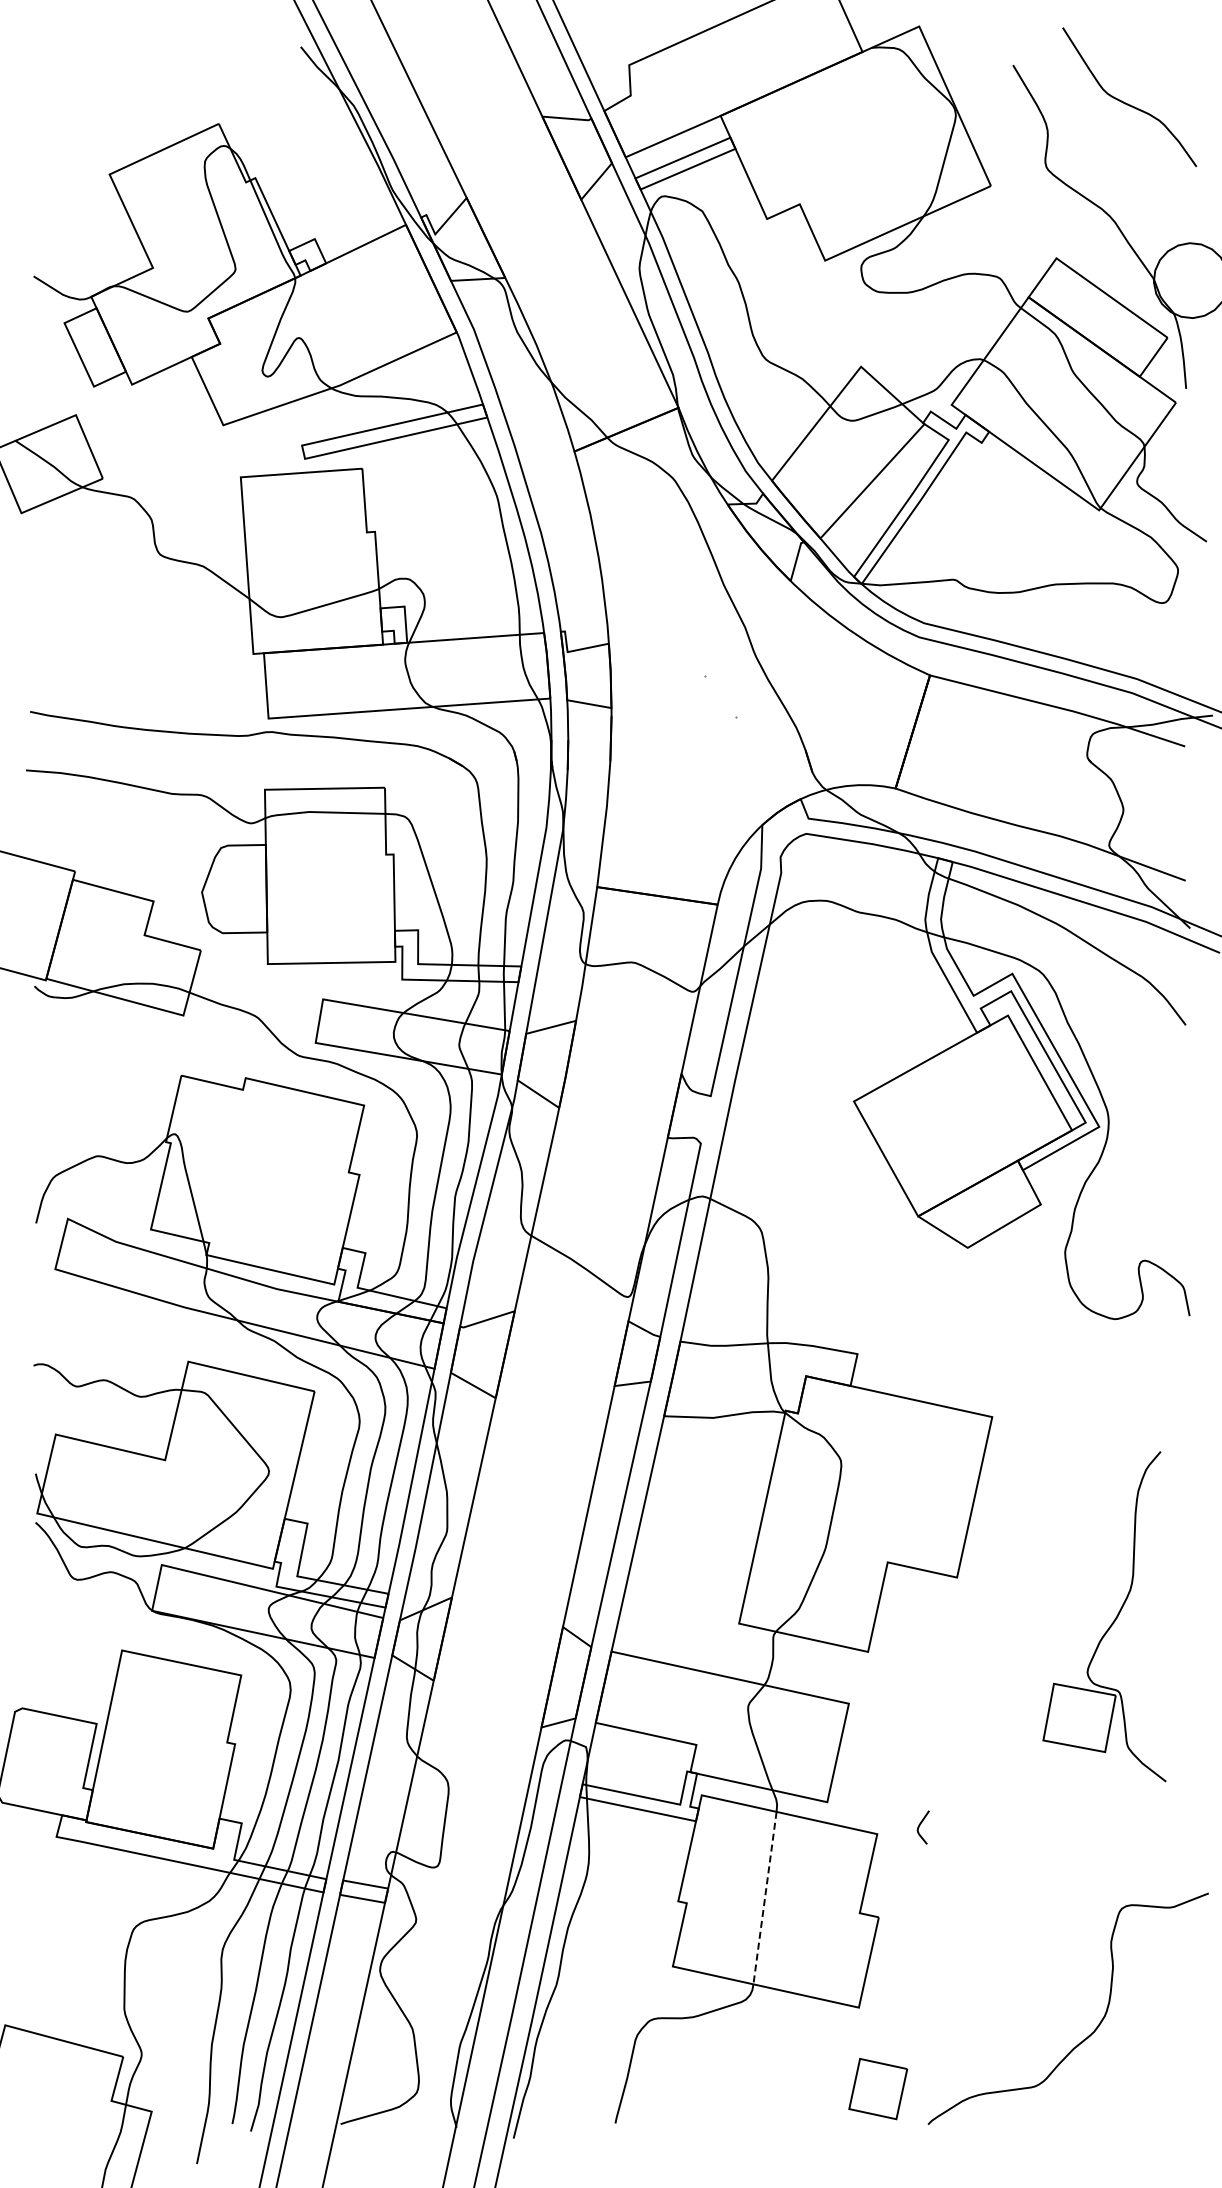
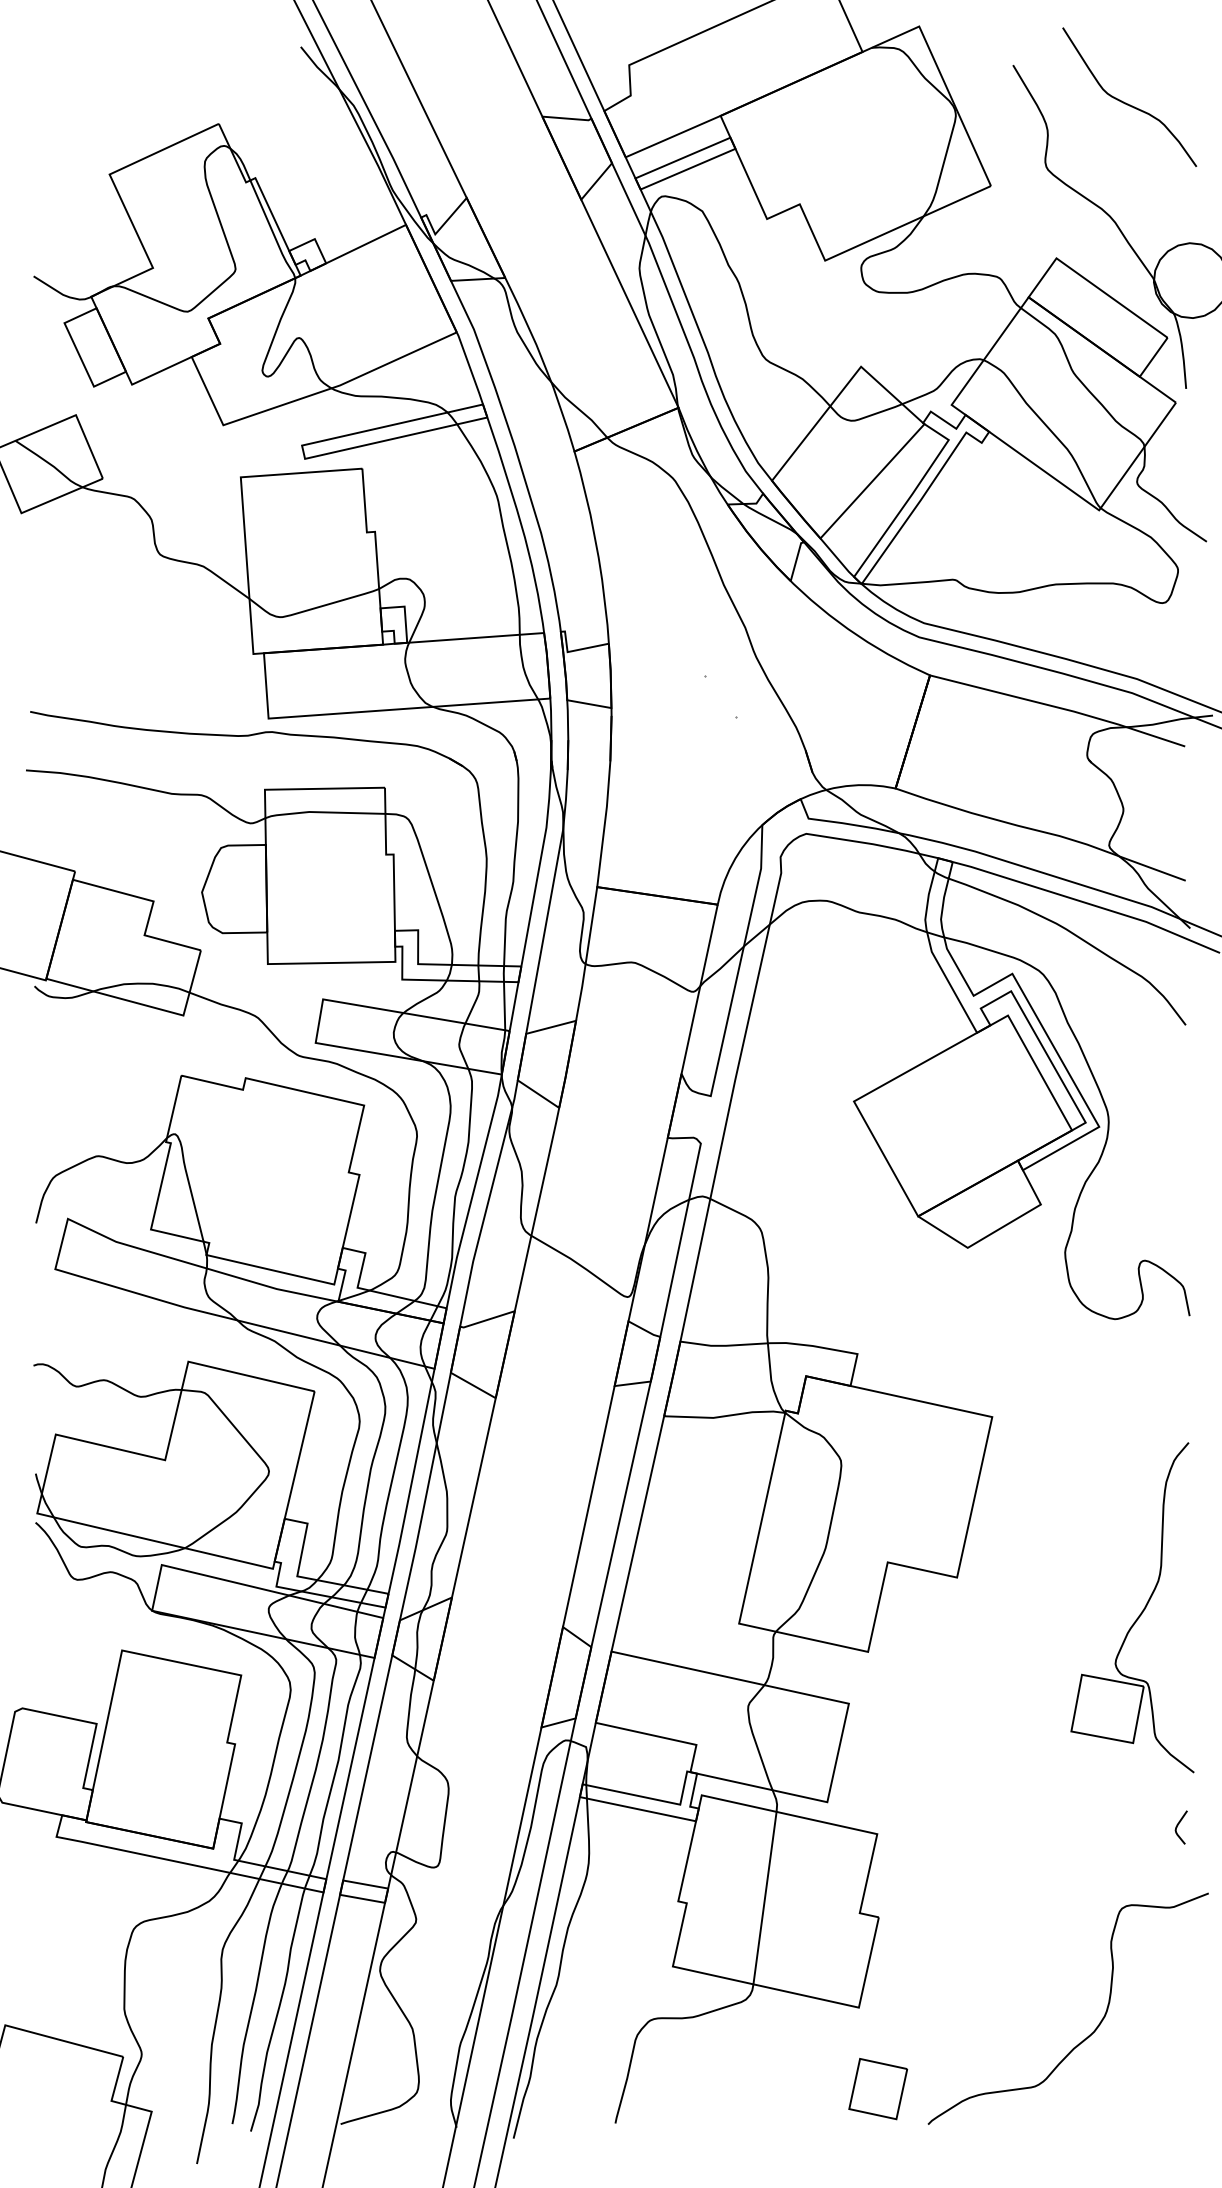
part at (1113, 1620) position: (1113, 1620) -> (1141, 1611)
curve at (920, 1825) position: (920, 1825) -> (1178, 1825)
line at (765, 1898): dashed -> solid
